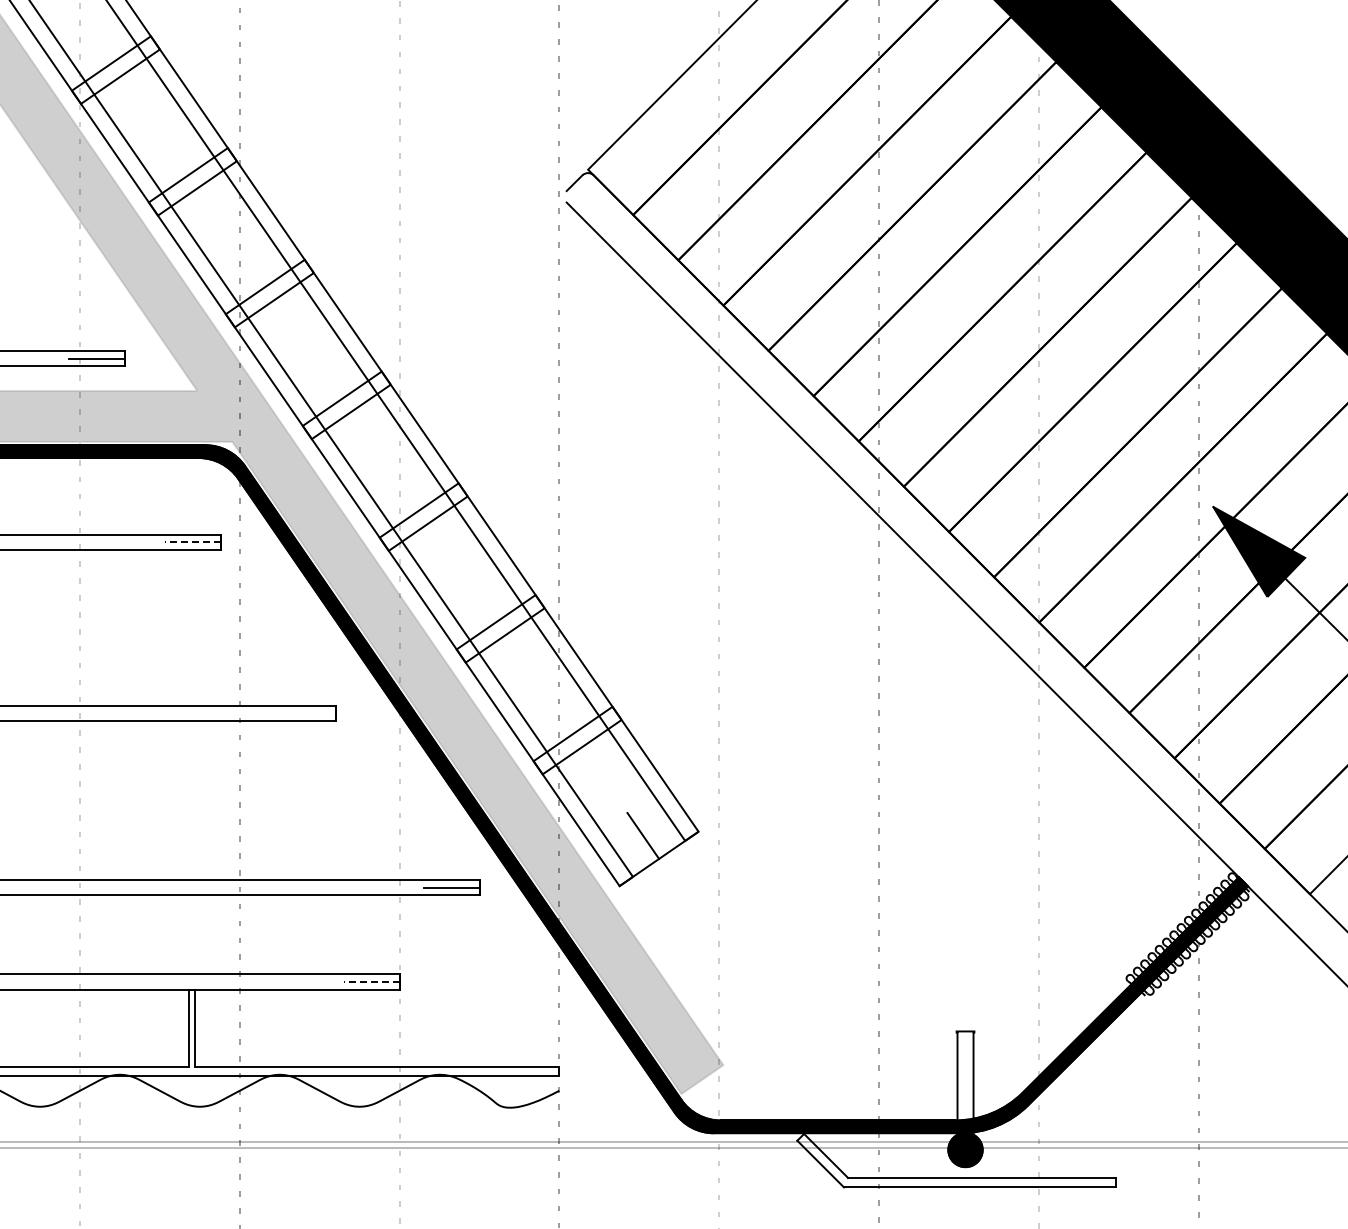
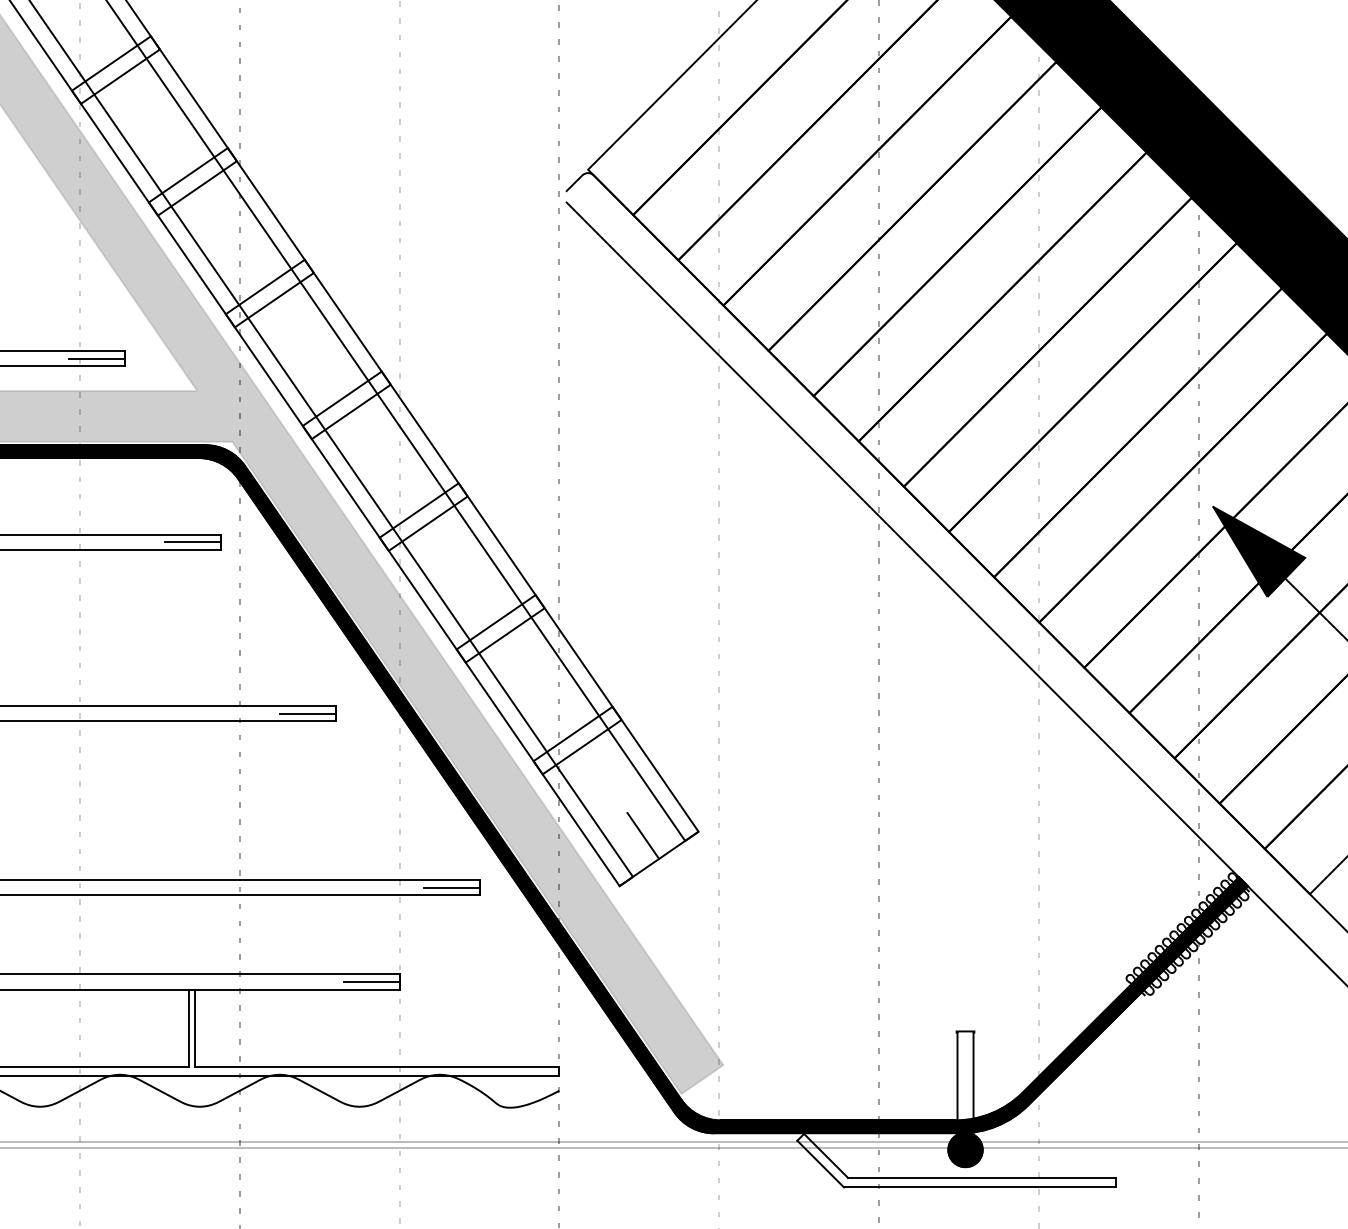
line at (192, 542): dashed -> solid
line at (307, 713): none -> present
line at (371, 981): dashed -> solid
